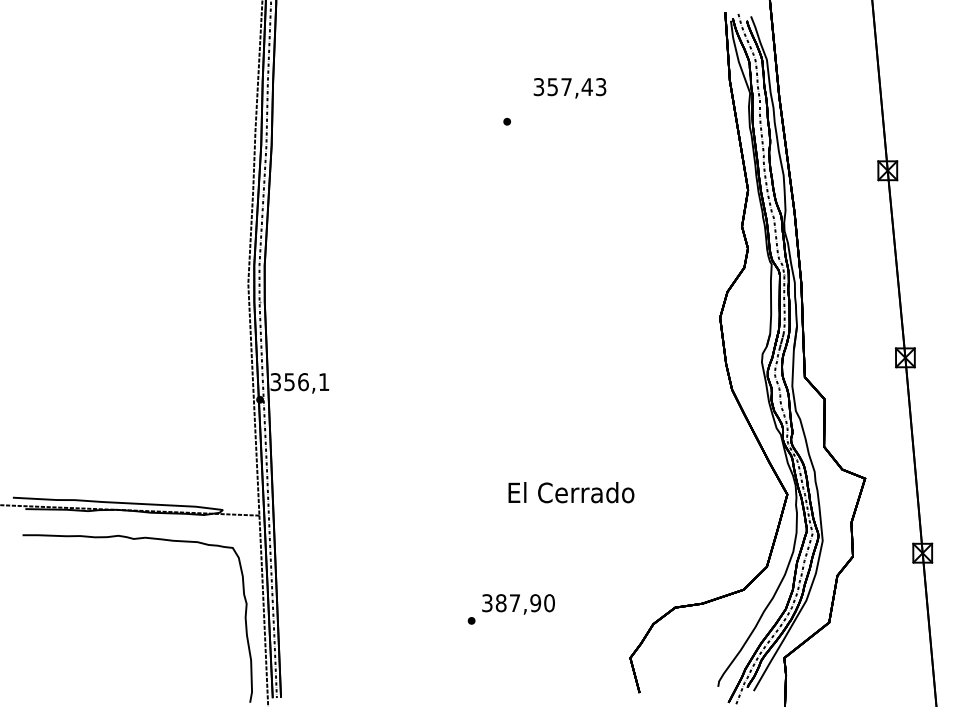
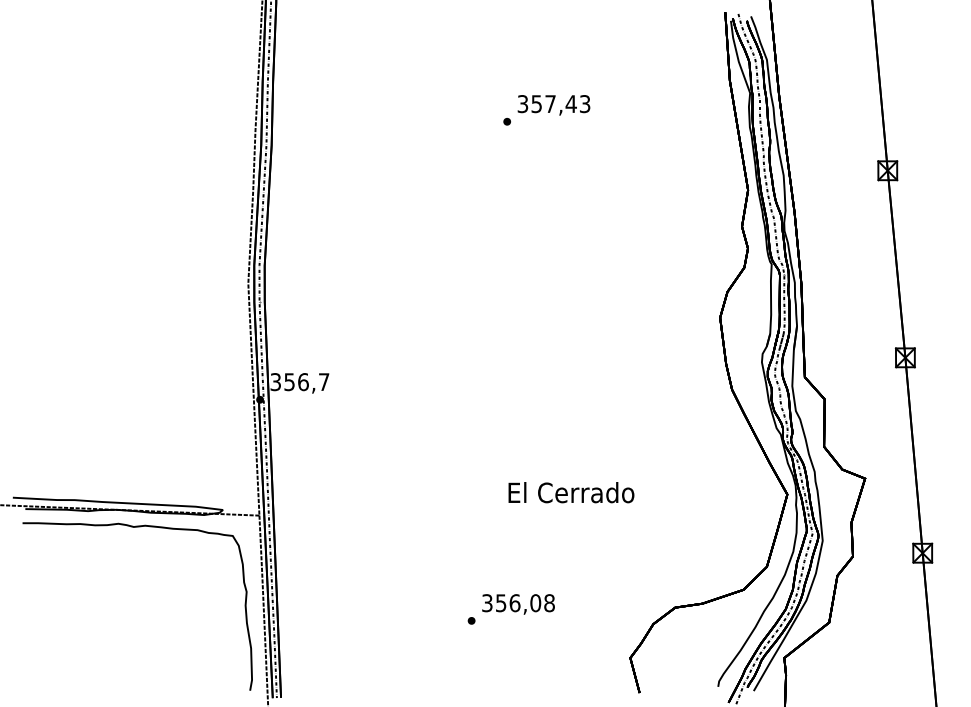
text at (569, 88) position: (569, 88) -> (553, 105)
text at (324, 381): 356,1 -> 356,7
curve at (137, 539) position: (137, 539) -> (137, 527)
text at (524, 603): 387,90 -> 356,08
